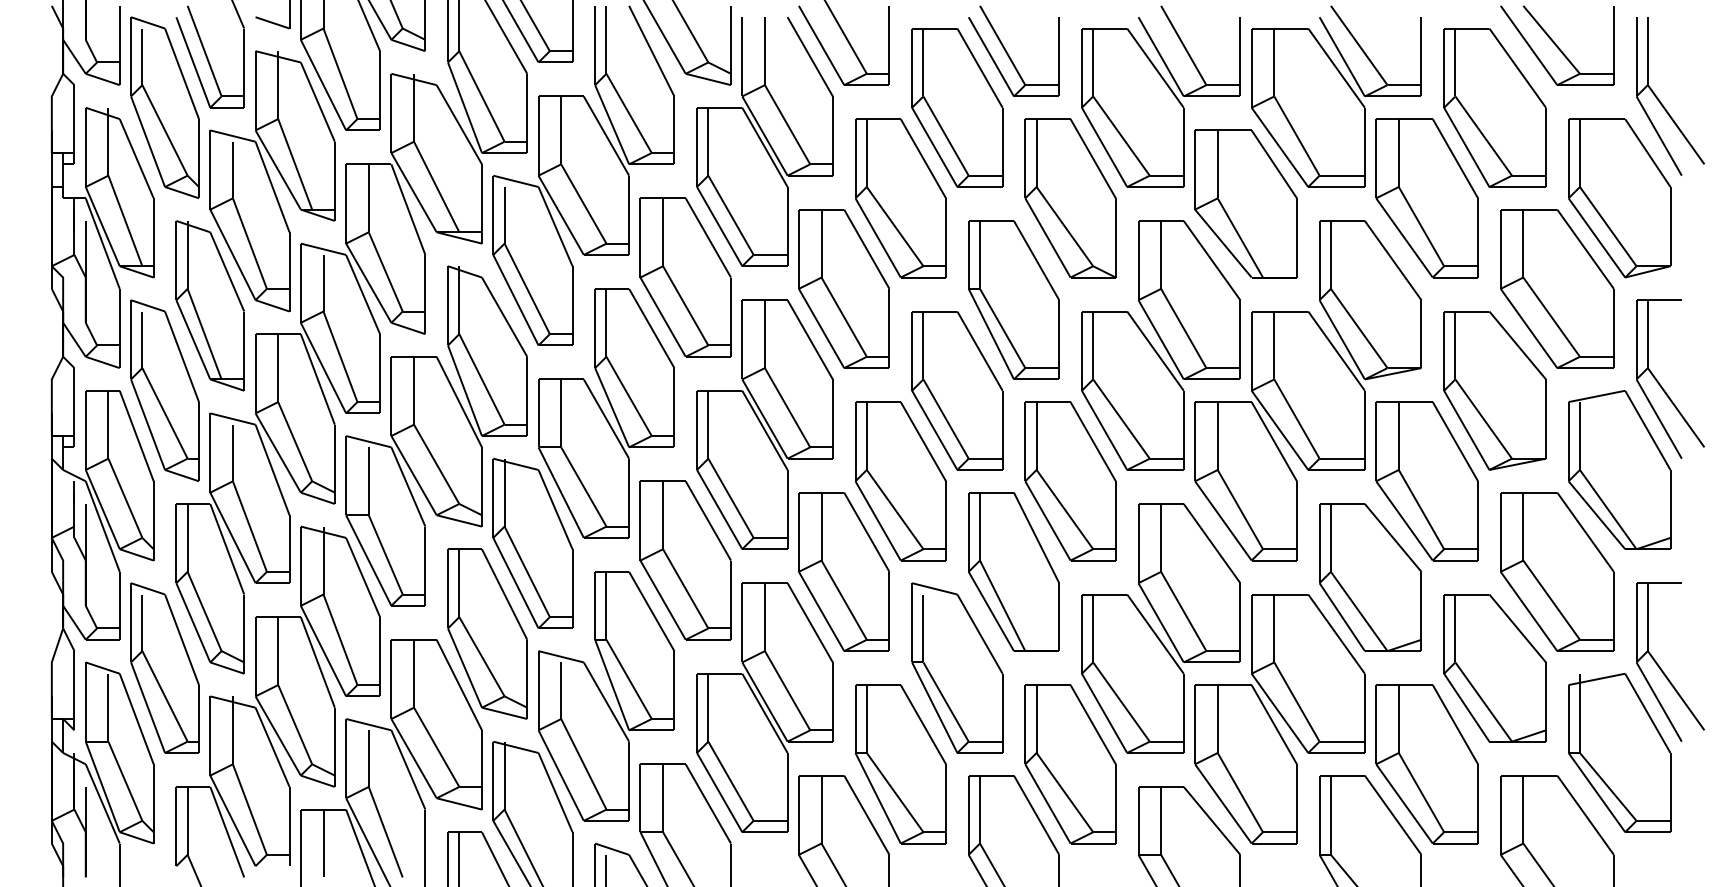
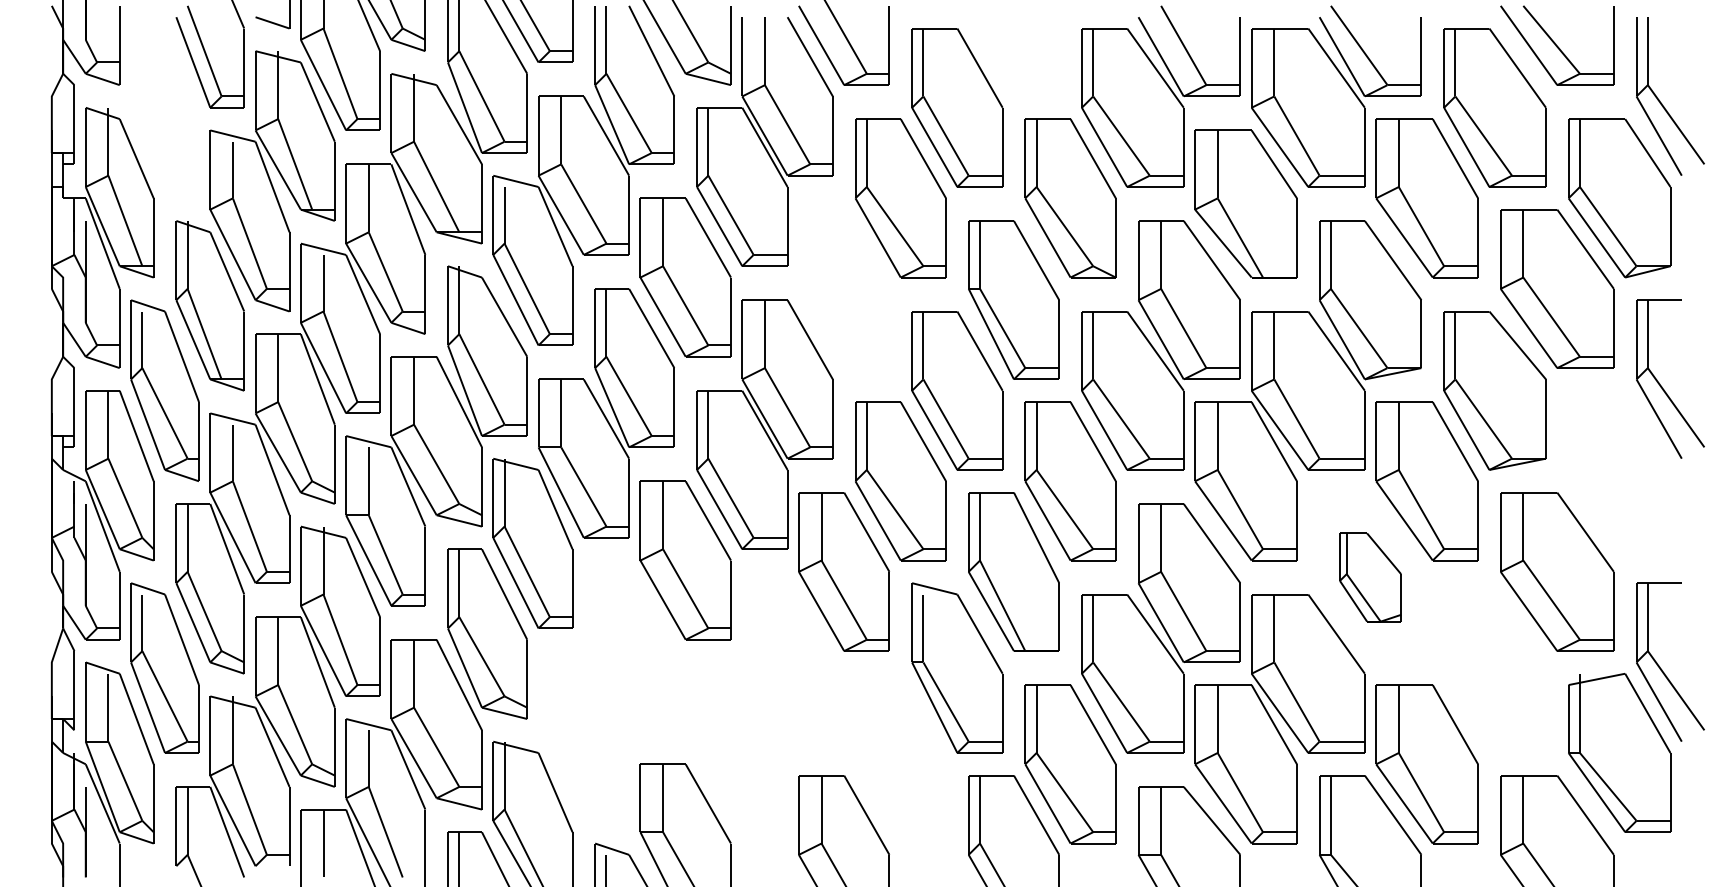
part at (1013, 50): present -> none
part at (164, 107): present -> none
part at (843, 288): present -> none
part at (1619, 469): present -> none
part at (1370, 577) size: 103x149 px -> 63x91 px
part at (1494, 668): present -> none
part at (606, 696): present -> none
part at (764, 707): present -> none
part at (900, 764): present -> none
